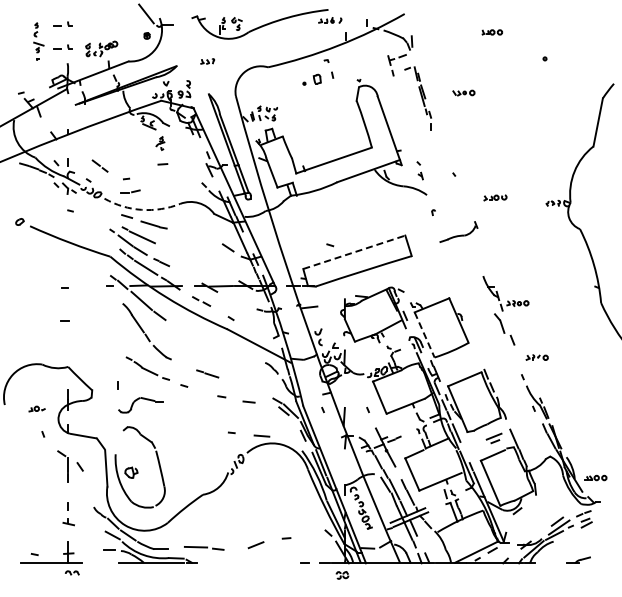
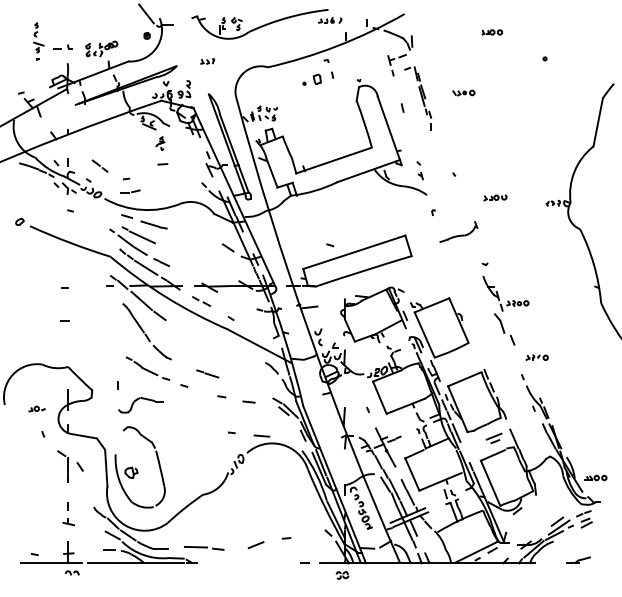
part at (62, 23): present -> none
line at (402, 107): none -> present
arc at (141, 209): dashed -> solid
line at (354, 252): dashed -> solid
part at (484, 263): none -> present
line at (424, 334): dashed -> solid
line at (322, 409): present -> none
line at (101, 562): none -> present
